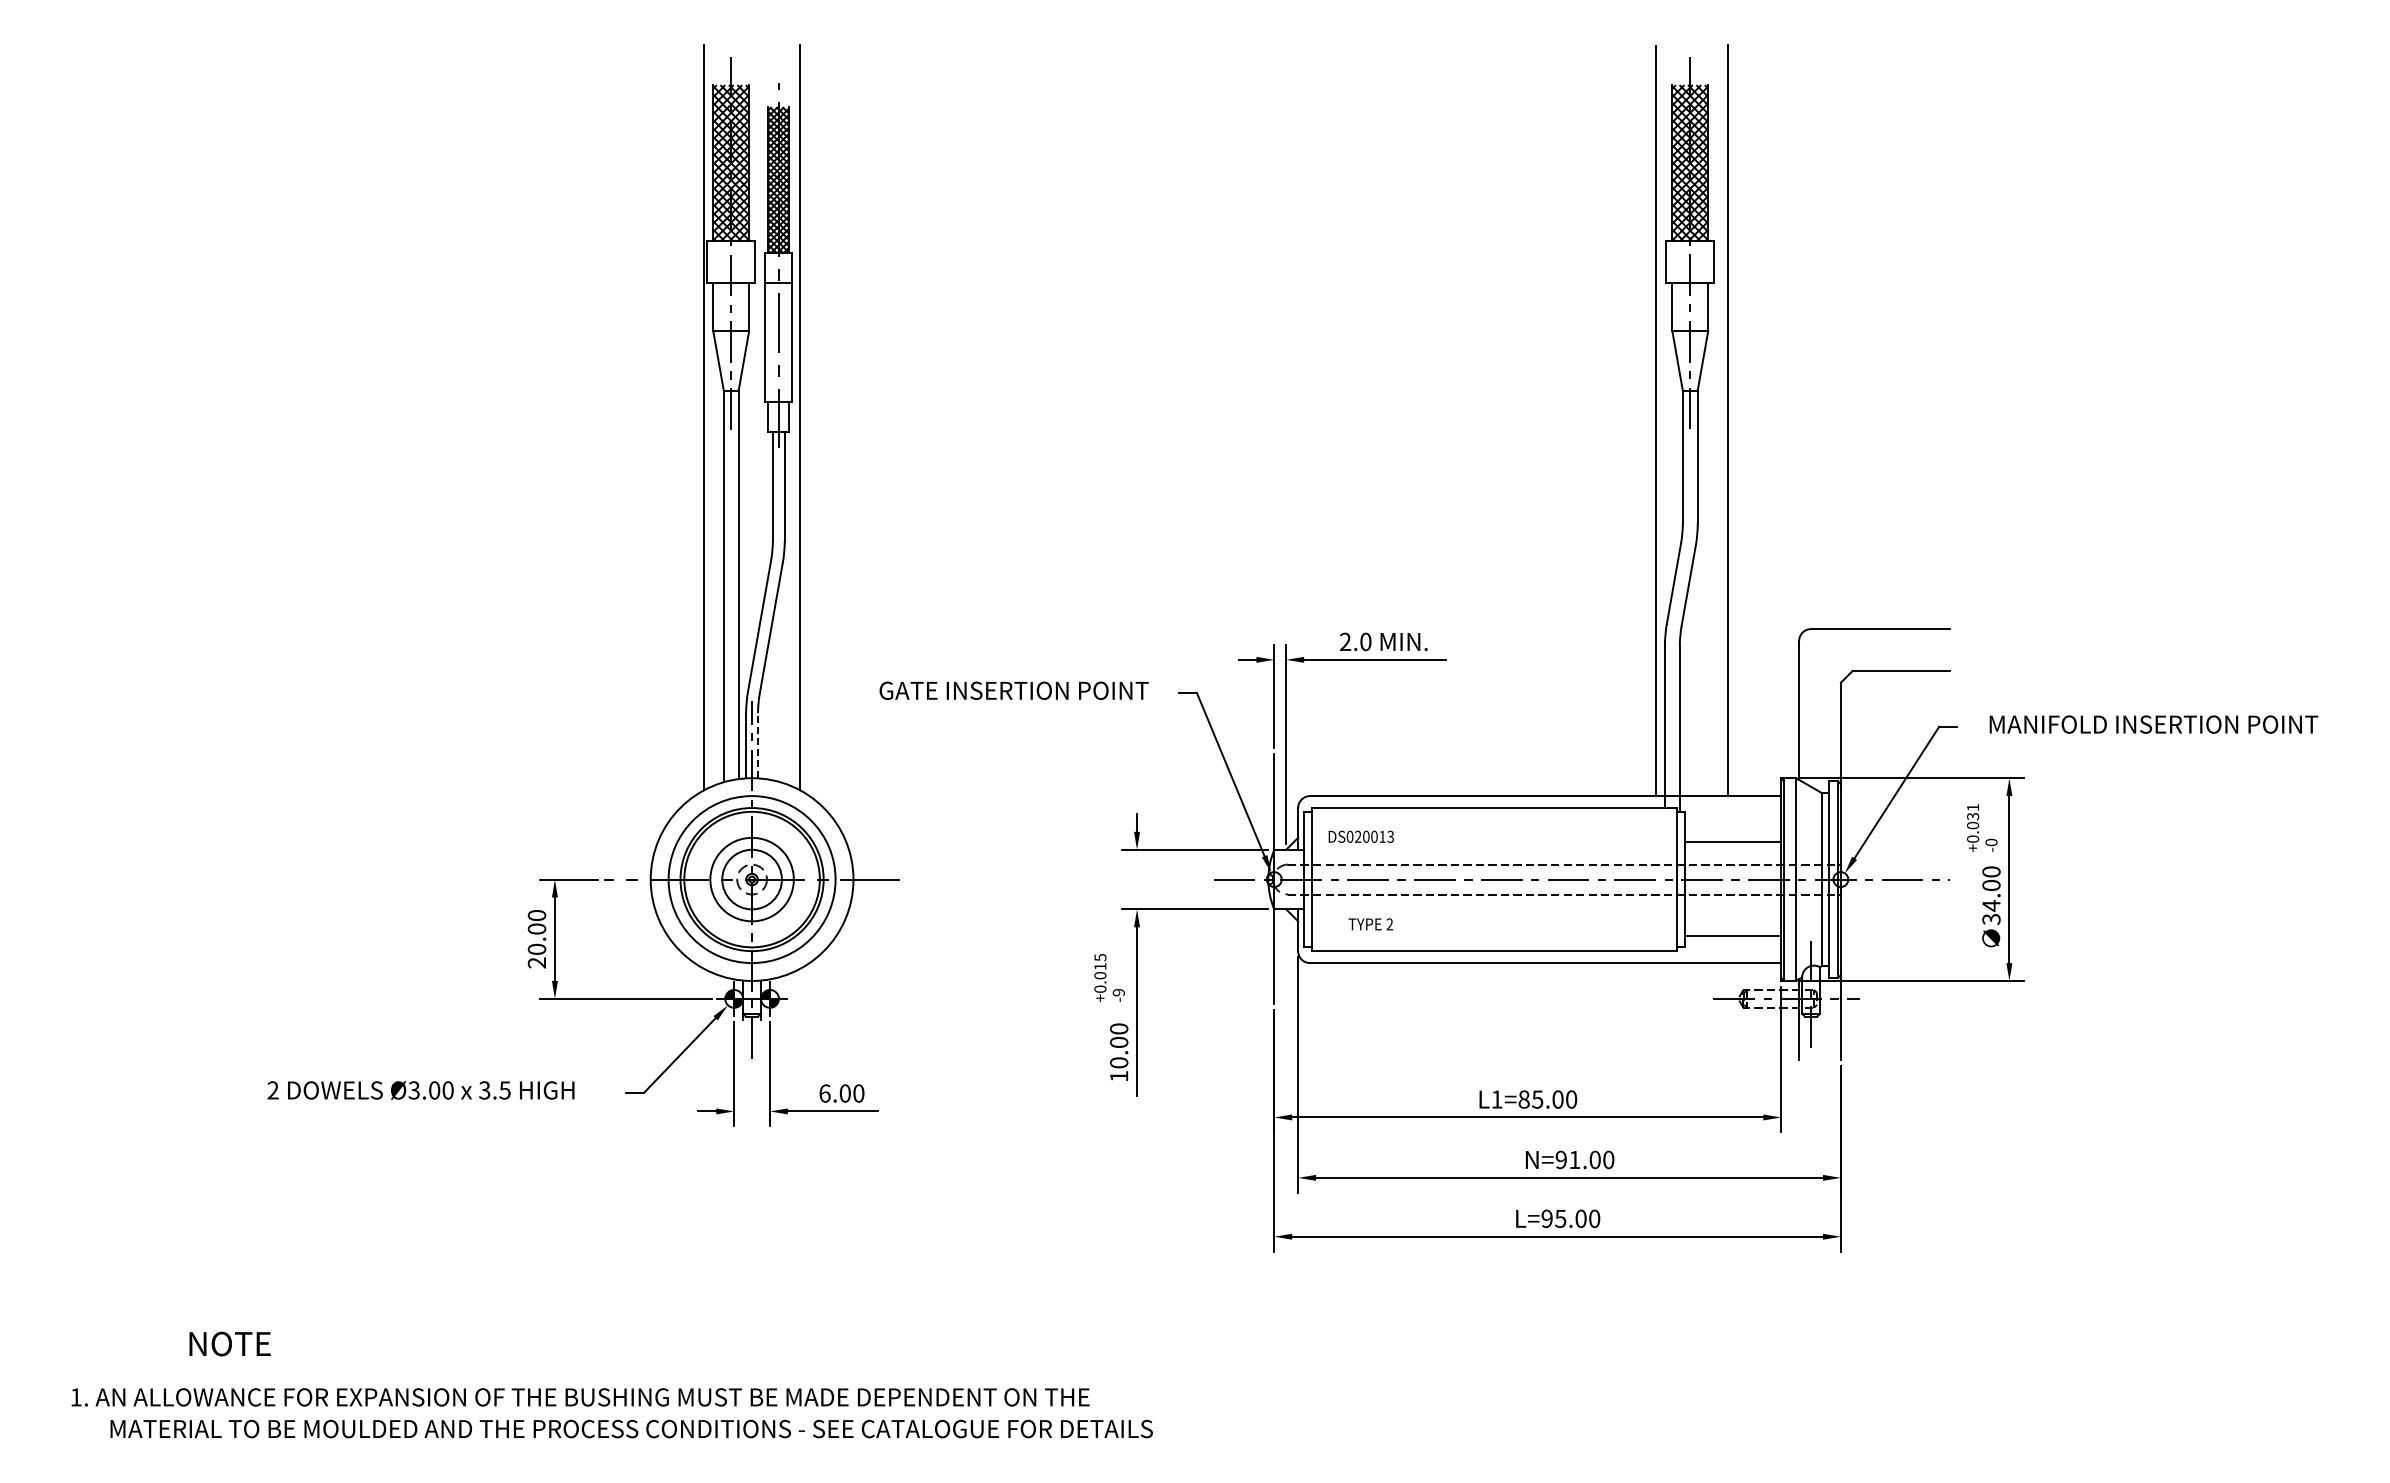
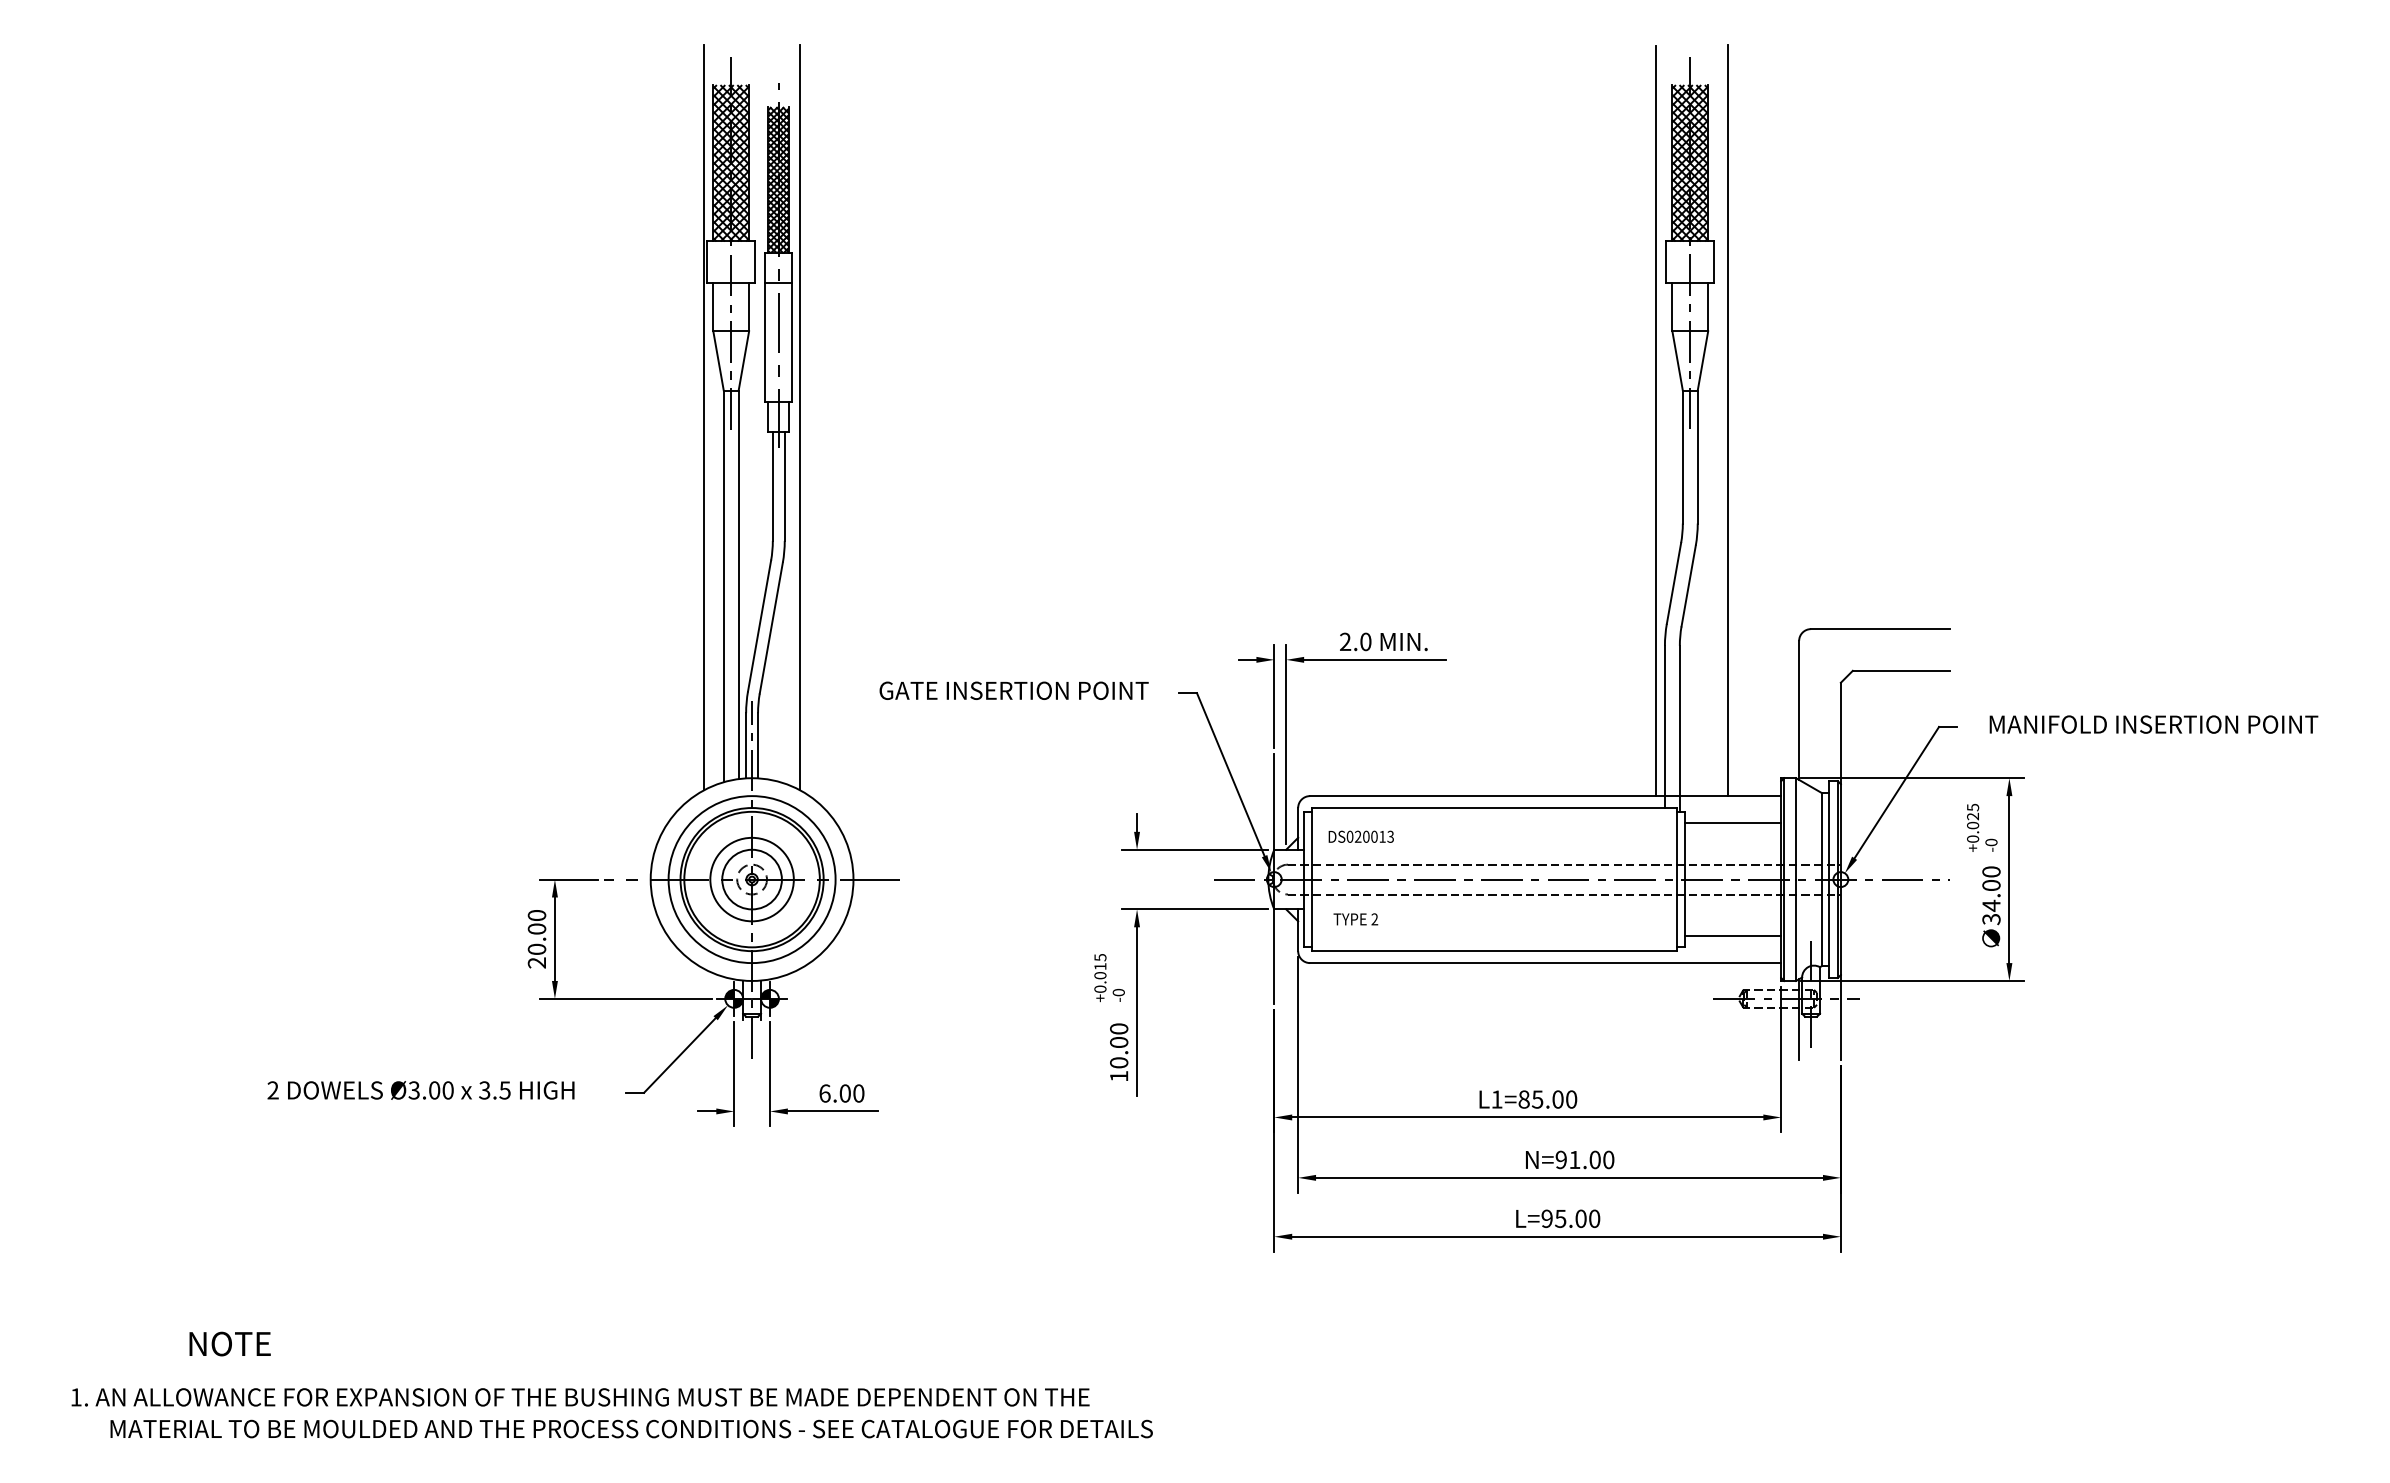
line at (758, 745): dashed -> solid
text at (1973, 811): +0.031 -> +0.025
line at (1732, 841) position: (1732, 841) -> (1732, 822)
text at (1370, 924) position: (1370, 924) -> (1355, 919)
text at (1118, 992): -9 -> -0
